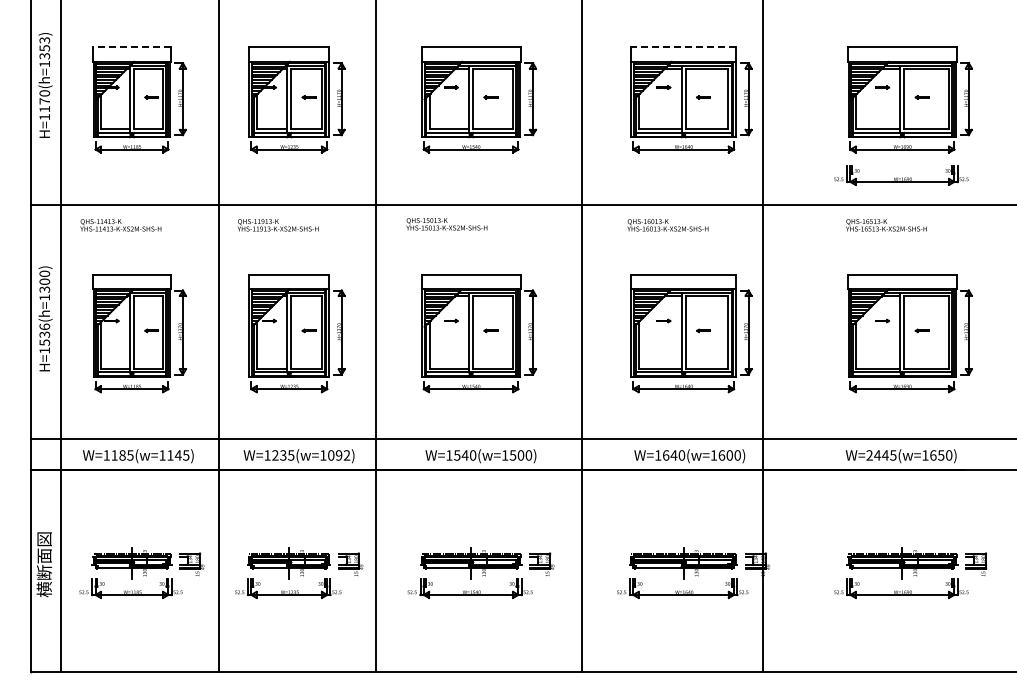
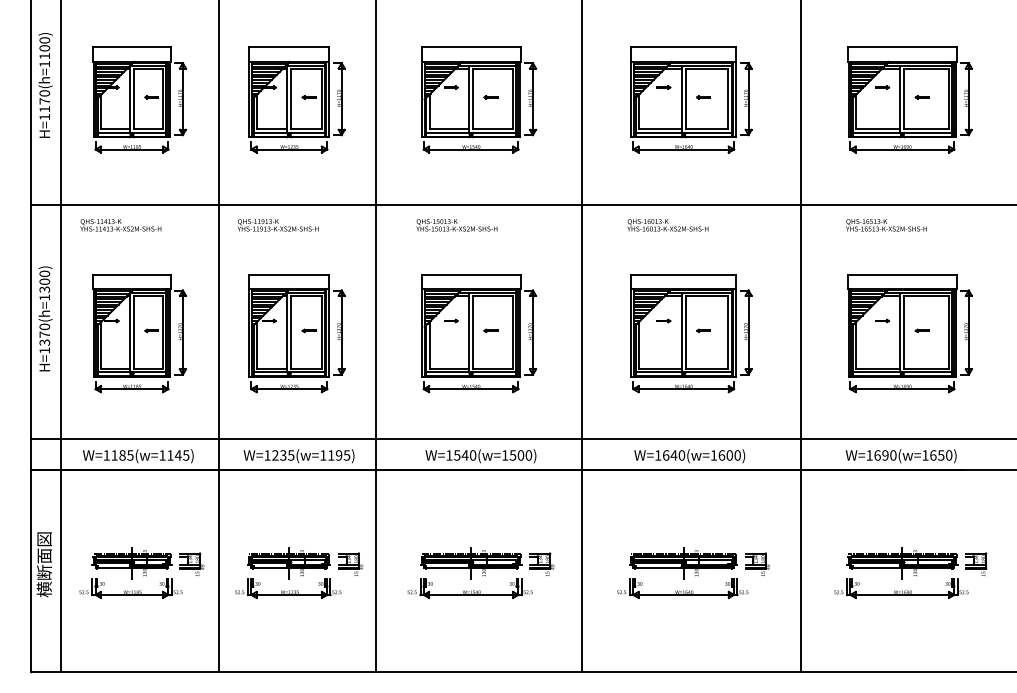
line at (132, 47): dashed -> solid
line at (683, 47): dashed -> solid
text at (44, 48): H=1170(h=1353) -> H=1170(h=1100)
part at (901, 175): present -> none
text at (446, 224) position: (446, 224) -> (456, 225)
text at (44, 334): H=1536(h=1300) -> H=1370(h=1300)
line at (762, 337) position: (762, 337) -> (800, 337)
text at (339, 455): W=1235(w=1092) -> W=1235(w=1195)
text at (881, 455): W=2445(w=1650) -> W=1690(w=1650)
